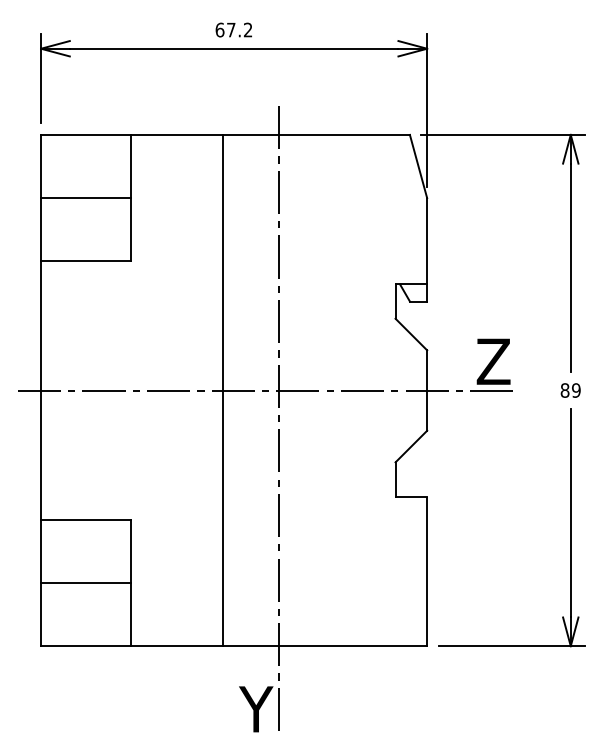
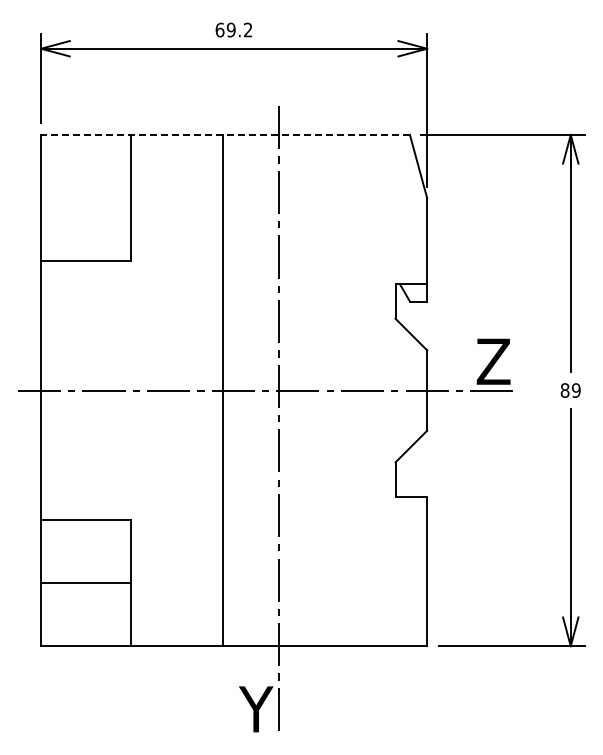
text at (230, 29): 67.2 -> 69.2
line at (225, 134): solid -> dashed
line at (86, 198): present -> none
